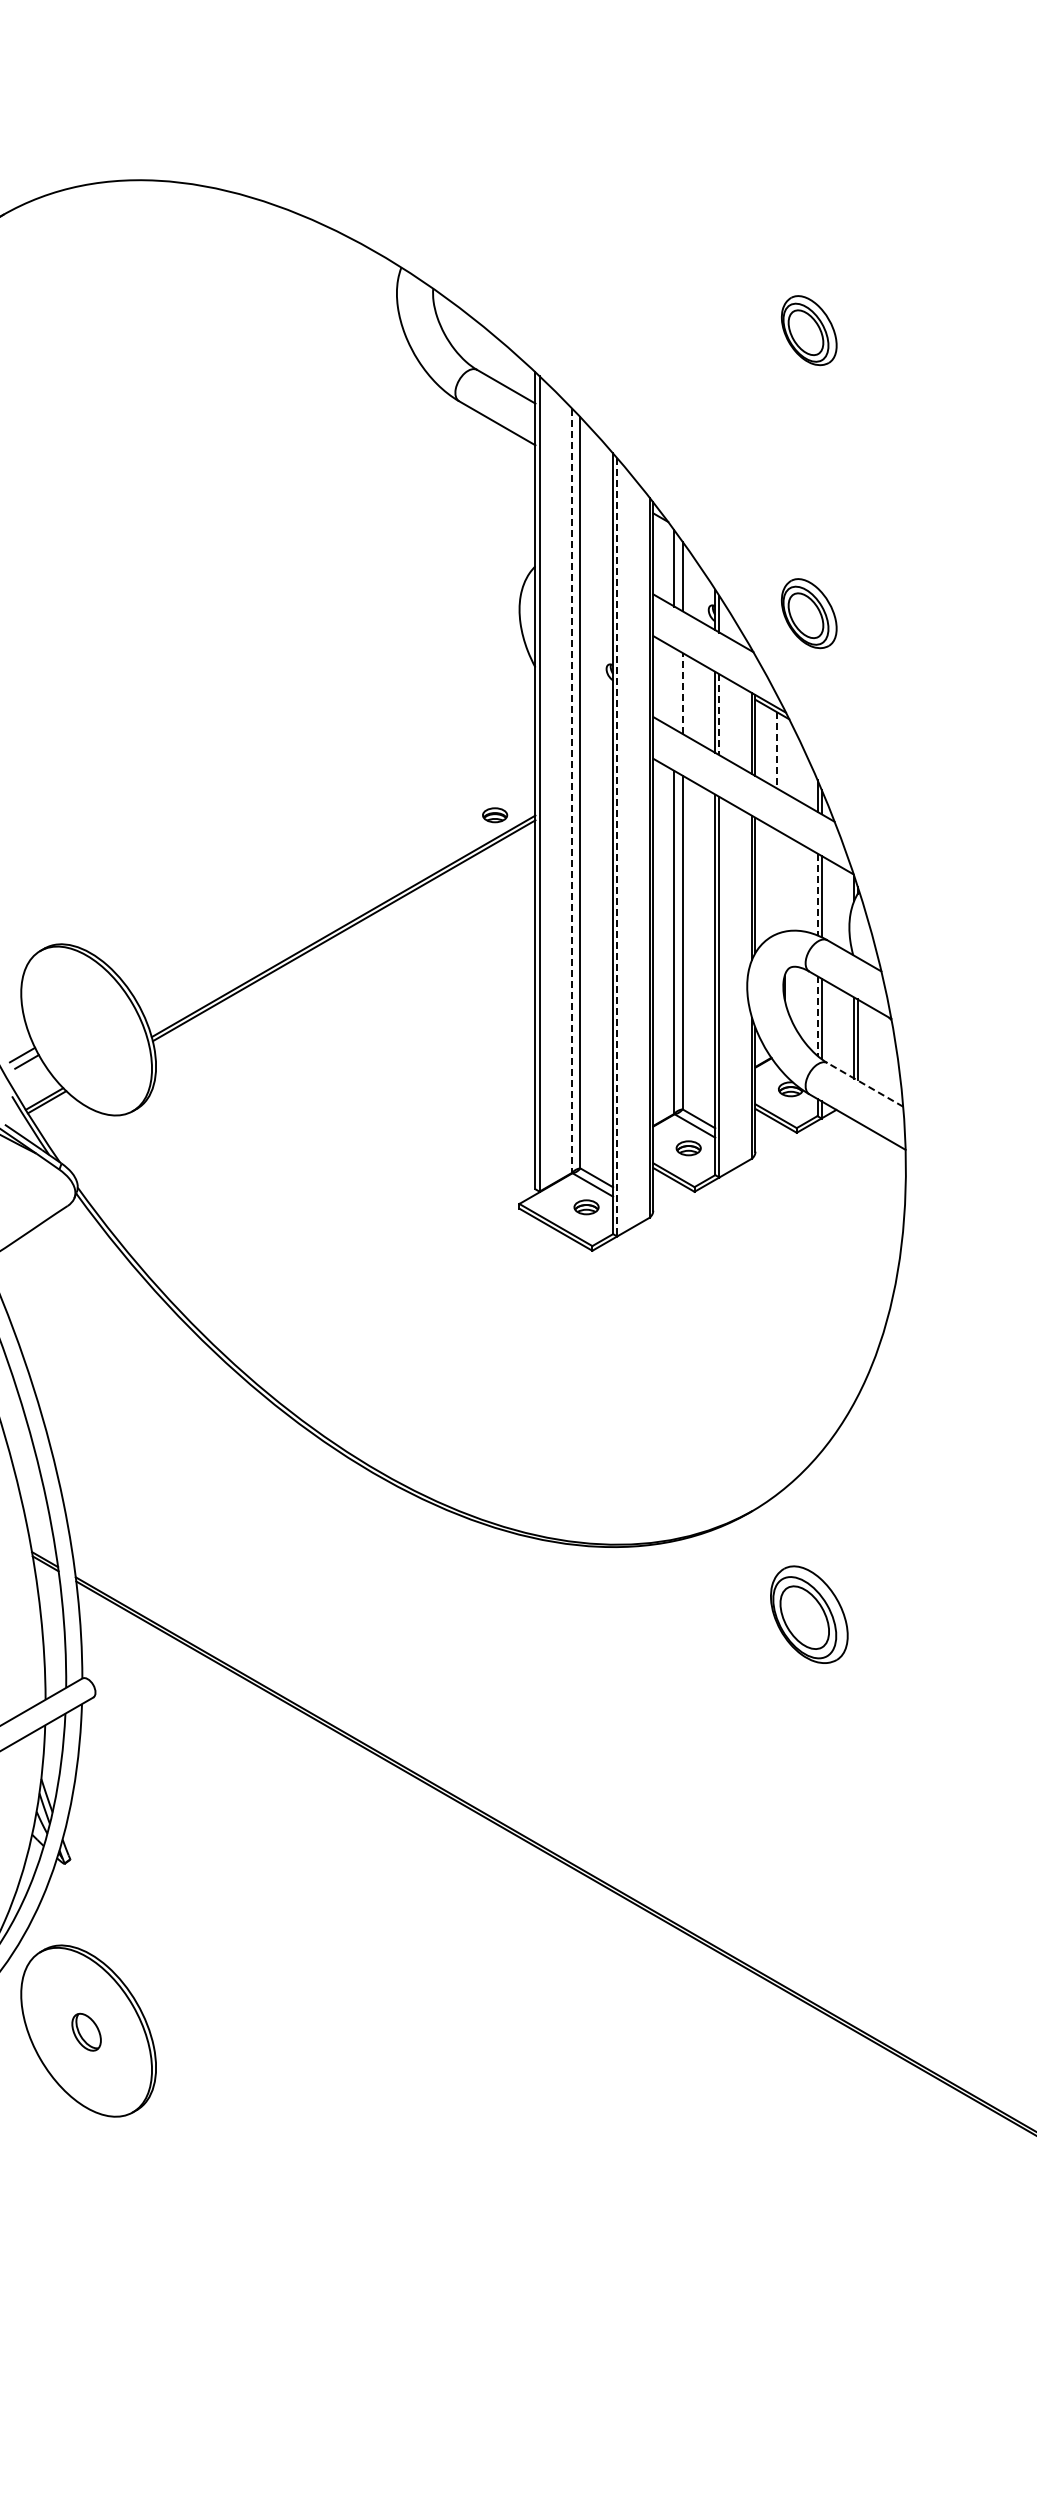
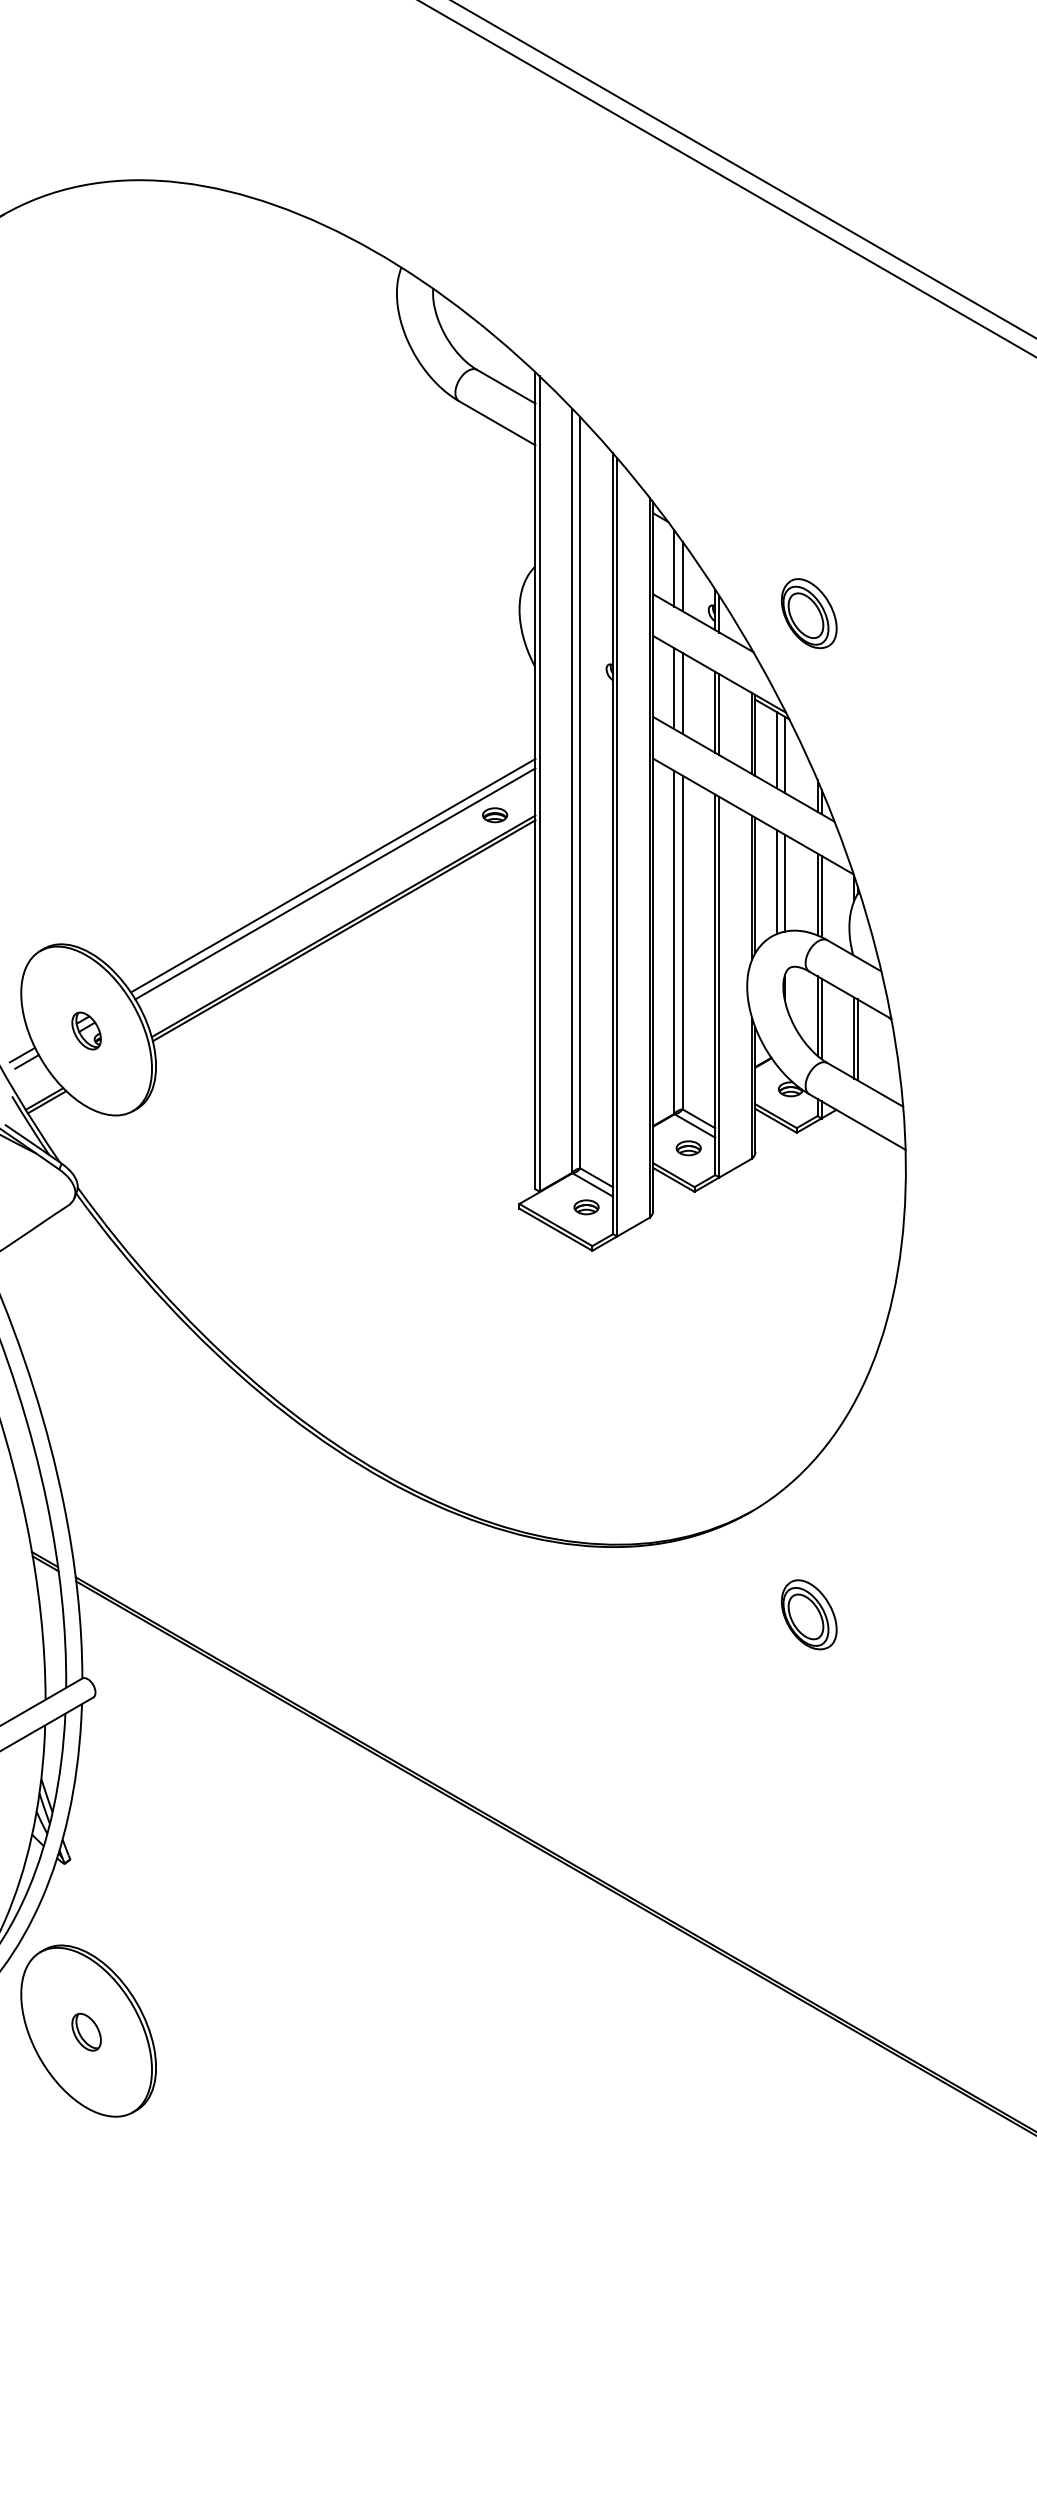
line at (743, 169): none -> present
line at (727, 178): none -> present
part at (809, 330): present -> none
line at (674, 688): none -> present
line at (682, 693): dashed -> solid
line at (719, 714): dashed -> solid
line at (776, 750): dashed -> solid
line at (784, 754): none -> present
line at (572, 790): dashed -> solid
line at (617, 847): dashed -> solid
line at (332, 875): none -> present
line at (776, 881): none -> present
line at (784, 882): none -> present
line at (335, 883): none -> present
line at (817, 894): dashed -> solid
line at (817, 1016): dashed -> solid
part at (86, 1030): none -> present
line at (865, 1084): dashed -> solid
part at (809, 1614) size: 79x99 px -> 58x72 px
